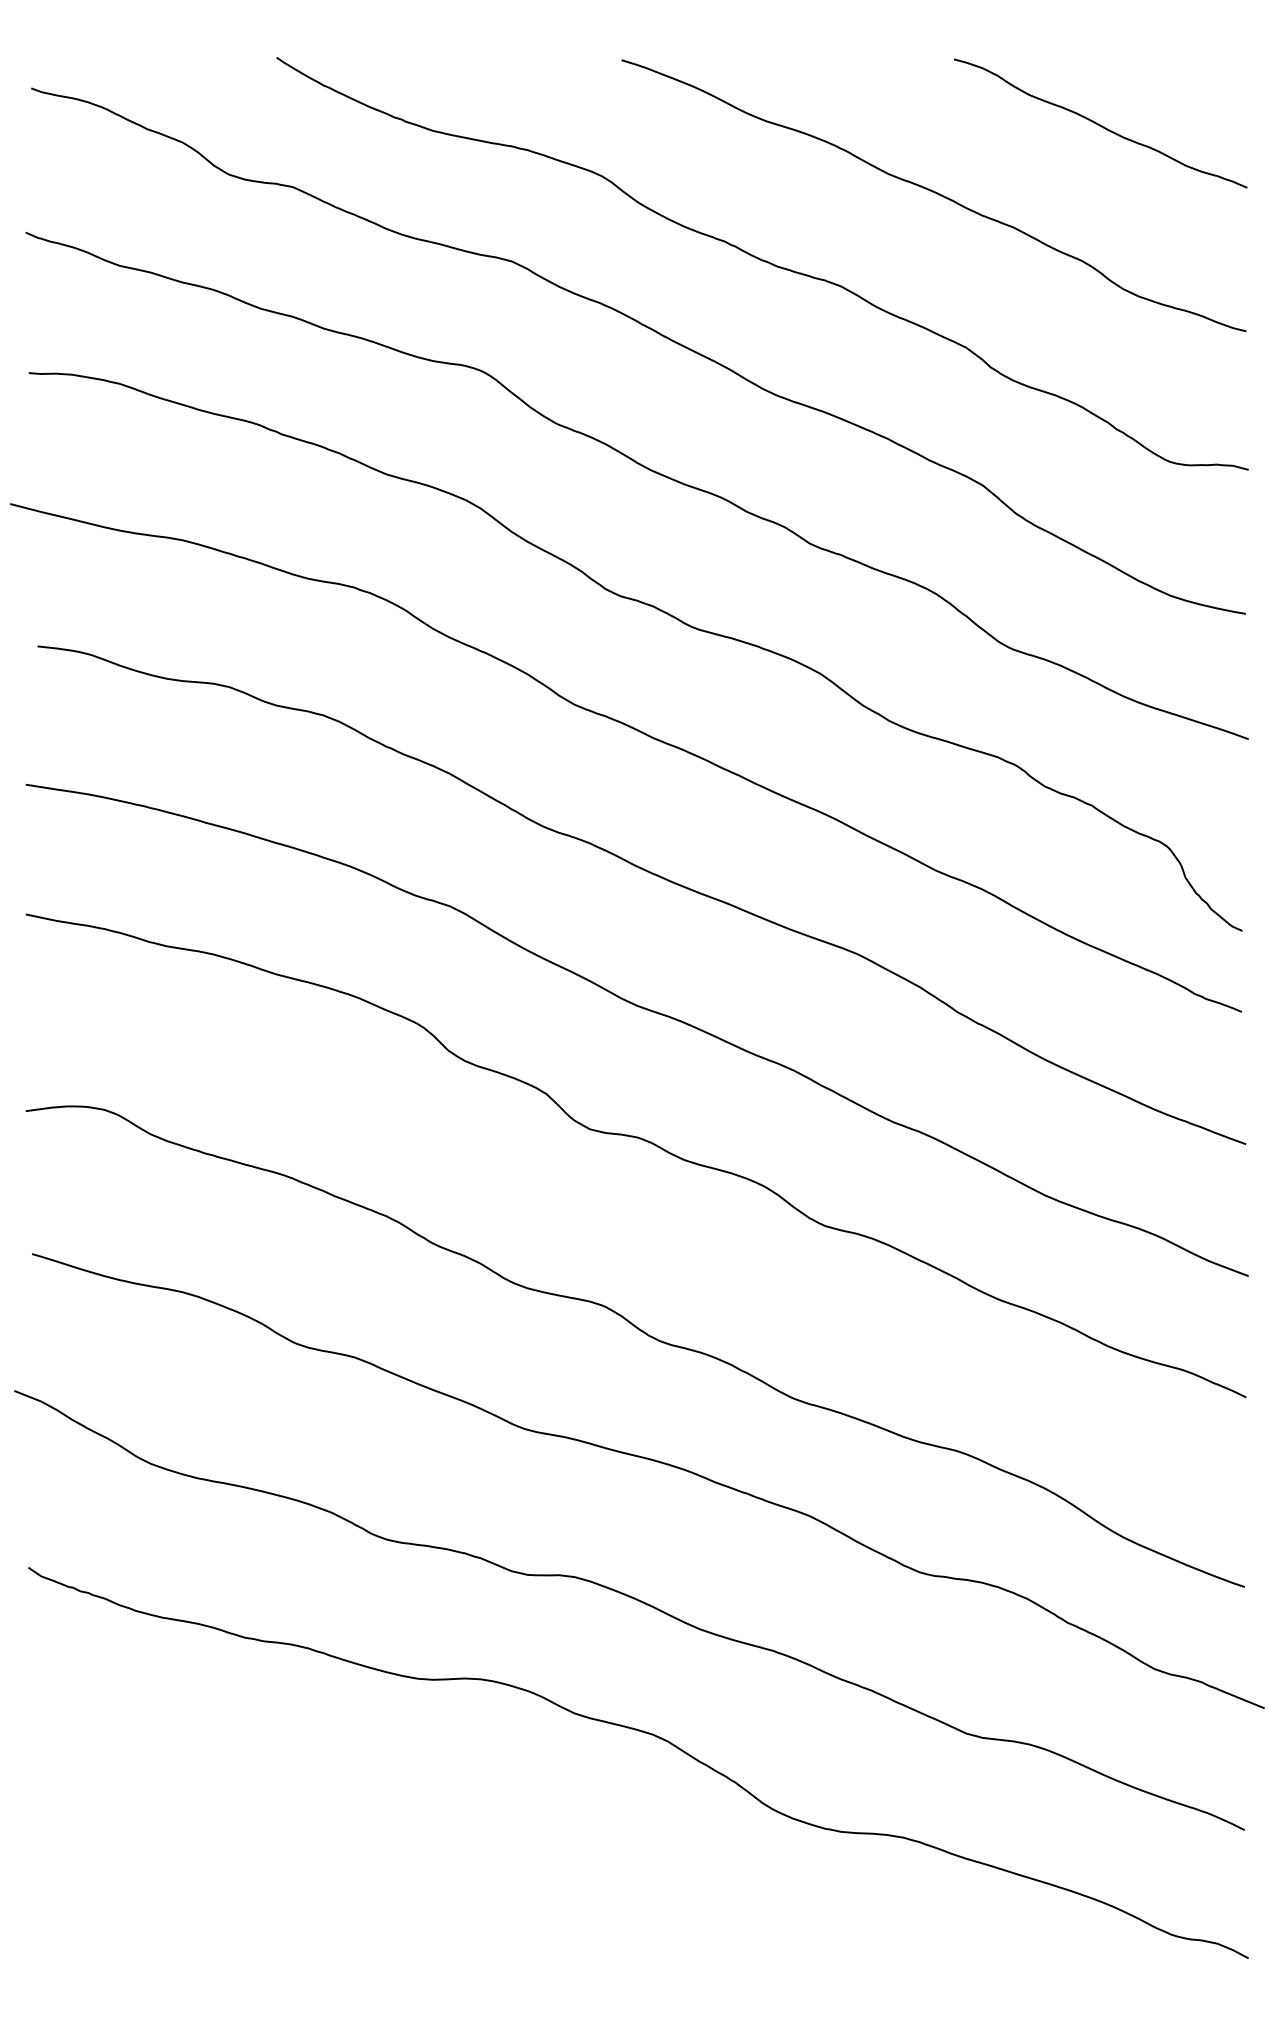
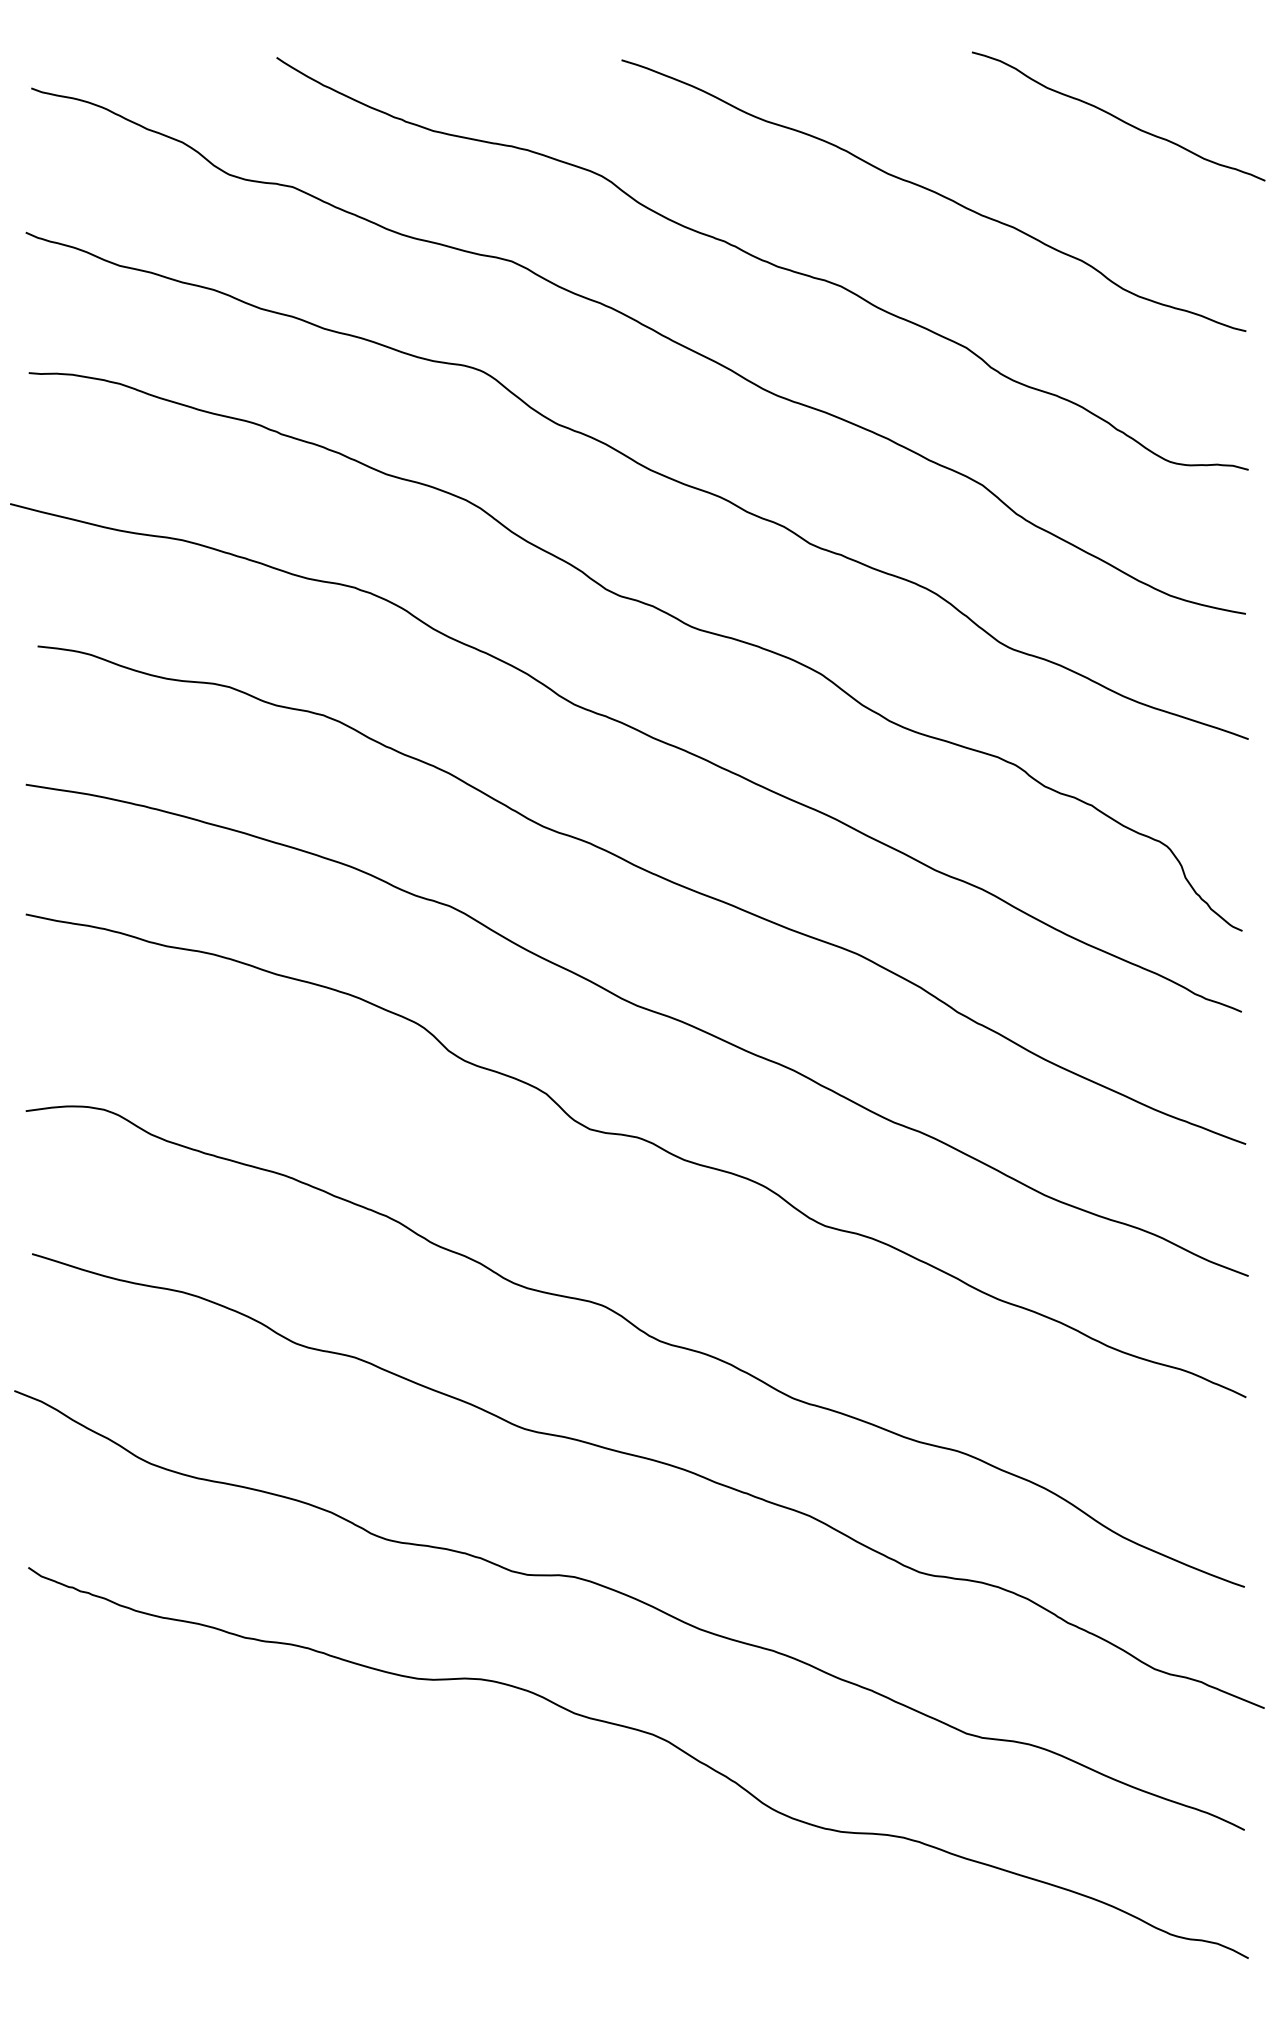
curve at (1100, 124) position: (1100, 124) -> (1118, 117)
